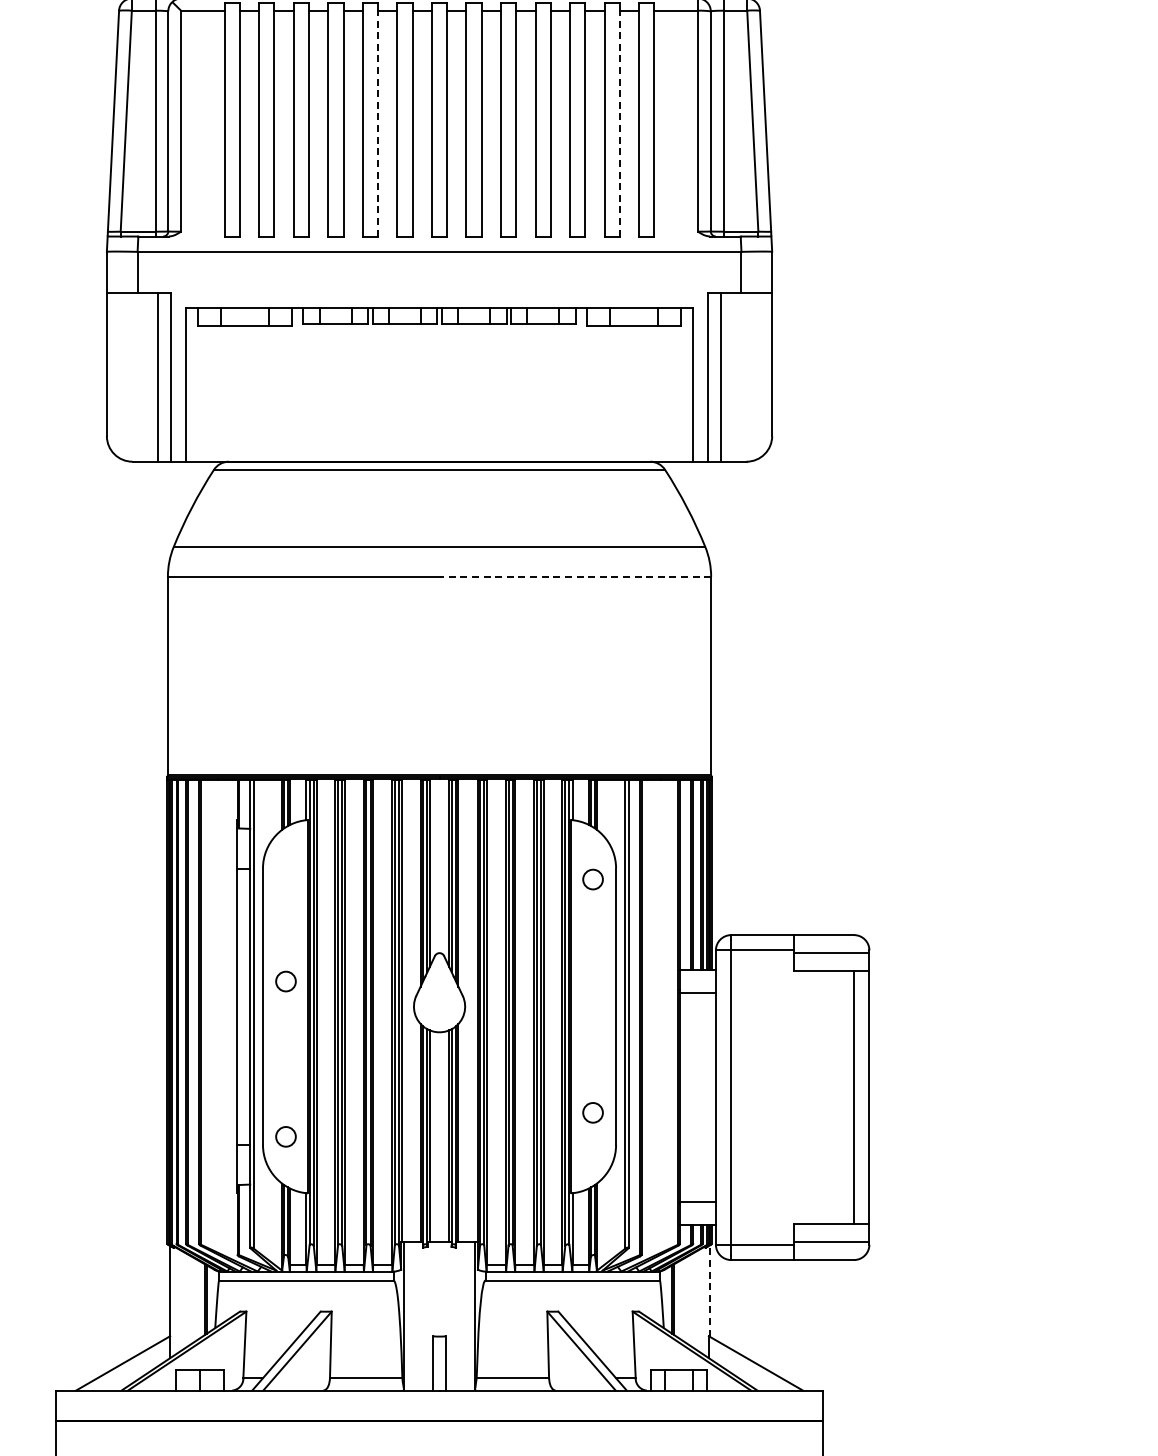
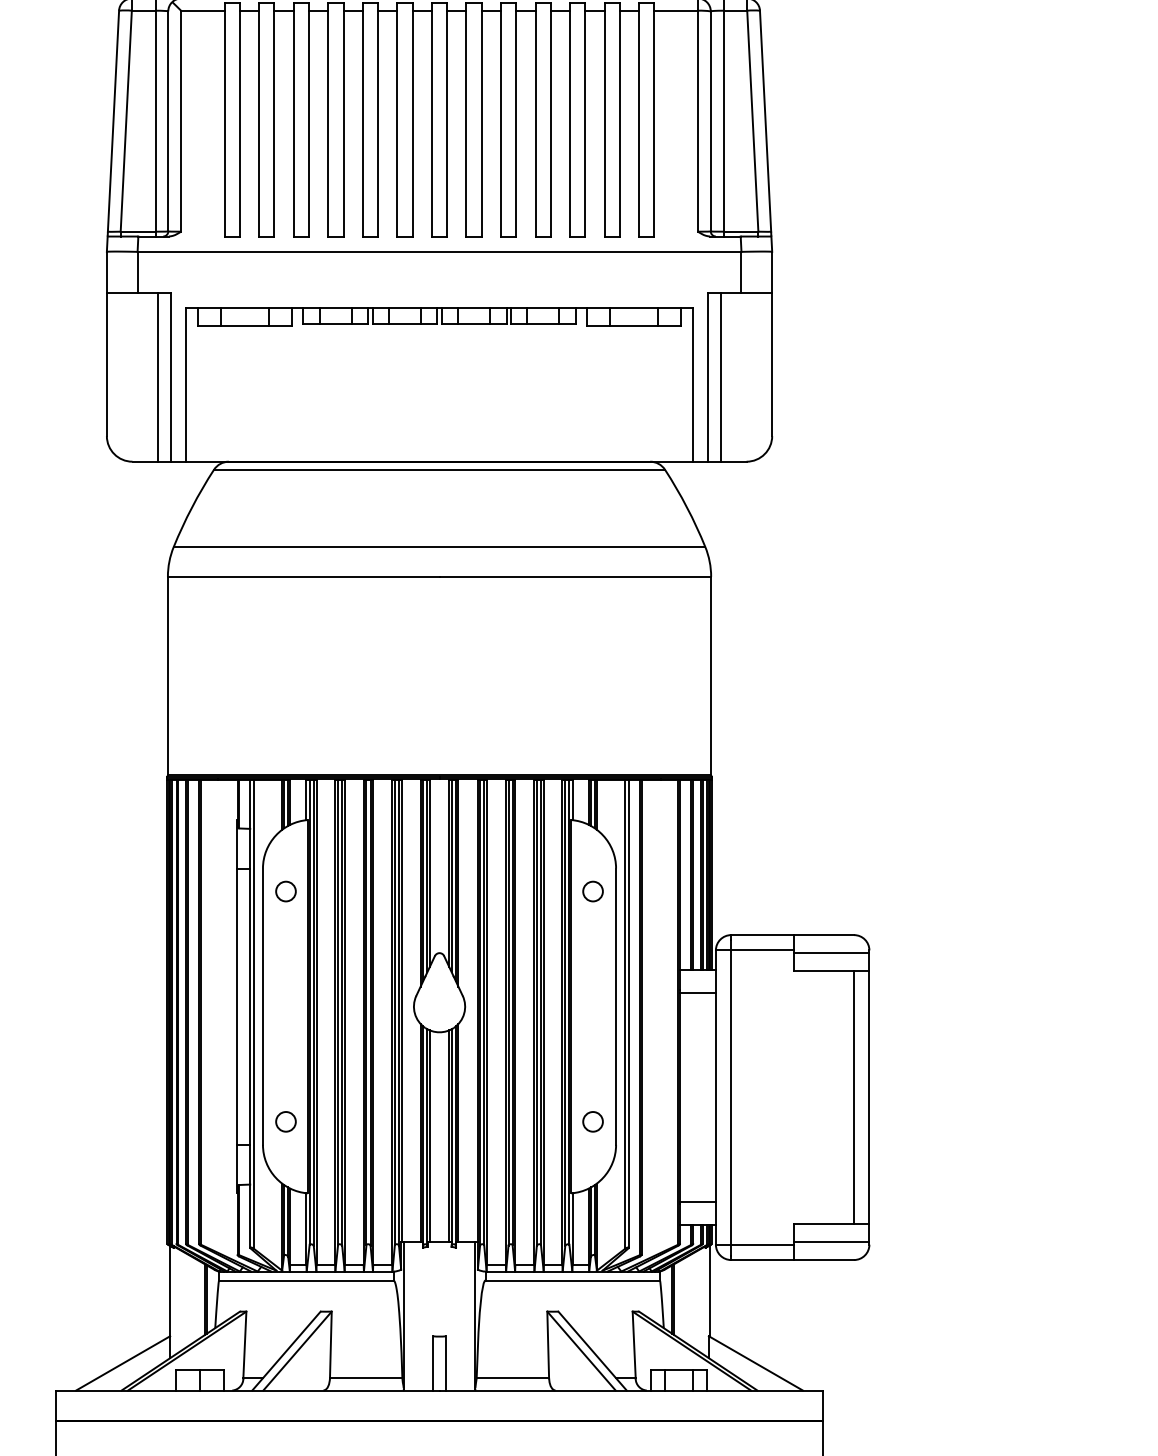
line at (378, 123): dashed -> solid
line at (619, 123): dashed -> solid
line at (575, 576): dashed -> solid
circle at (592, 879) position: (592, 879) -> (592, 891)
circle at (285, 981) position: (285, 981) -> (285, 891)
circle at (592, 1112) position: (592, 1112) -> (592, 1121)
circle at (285, 1136) position: (285, 1136) -> (285, 1121)
line at (709, 1291): dashed -> solid
